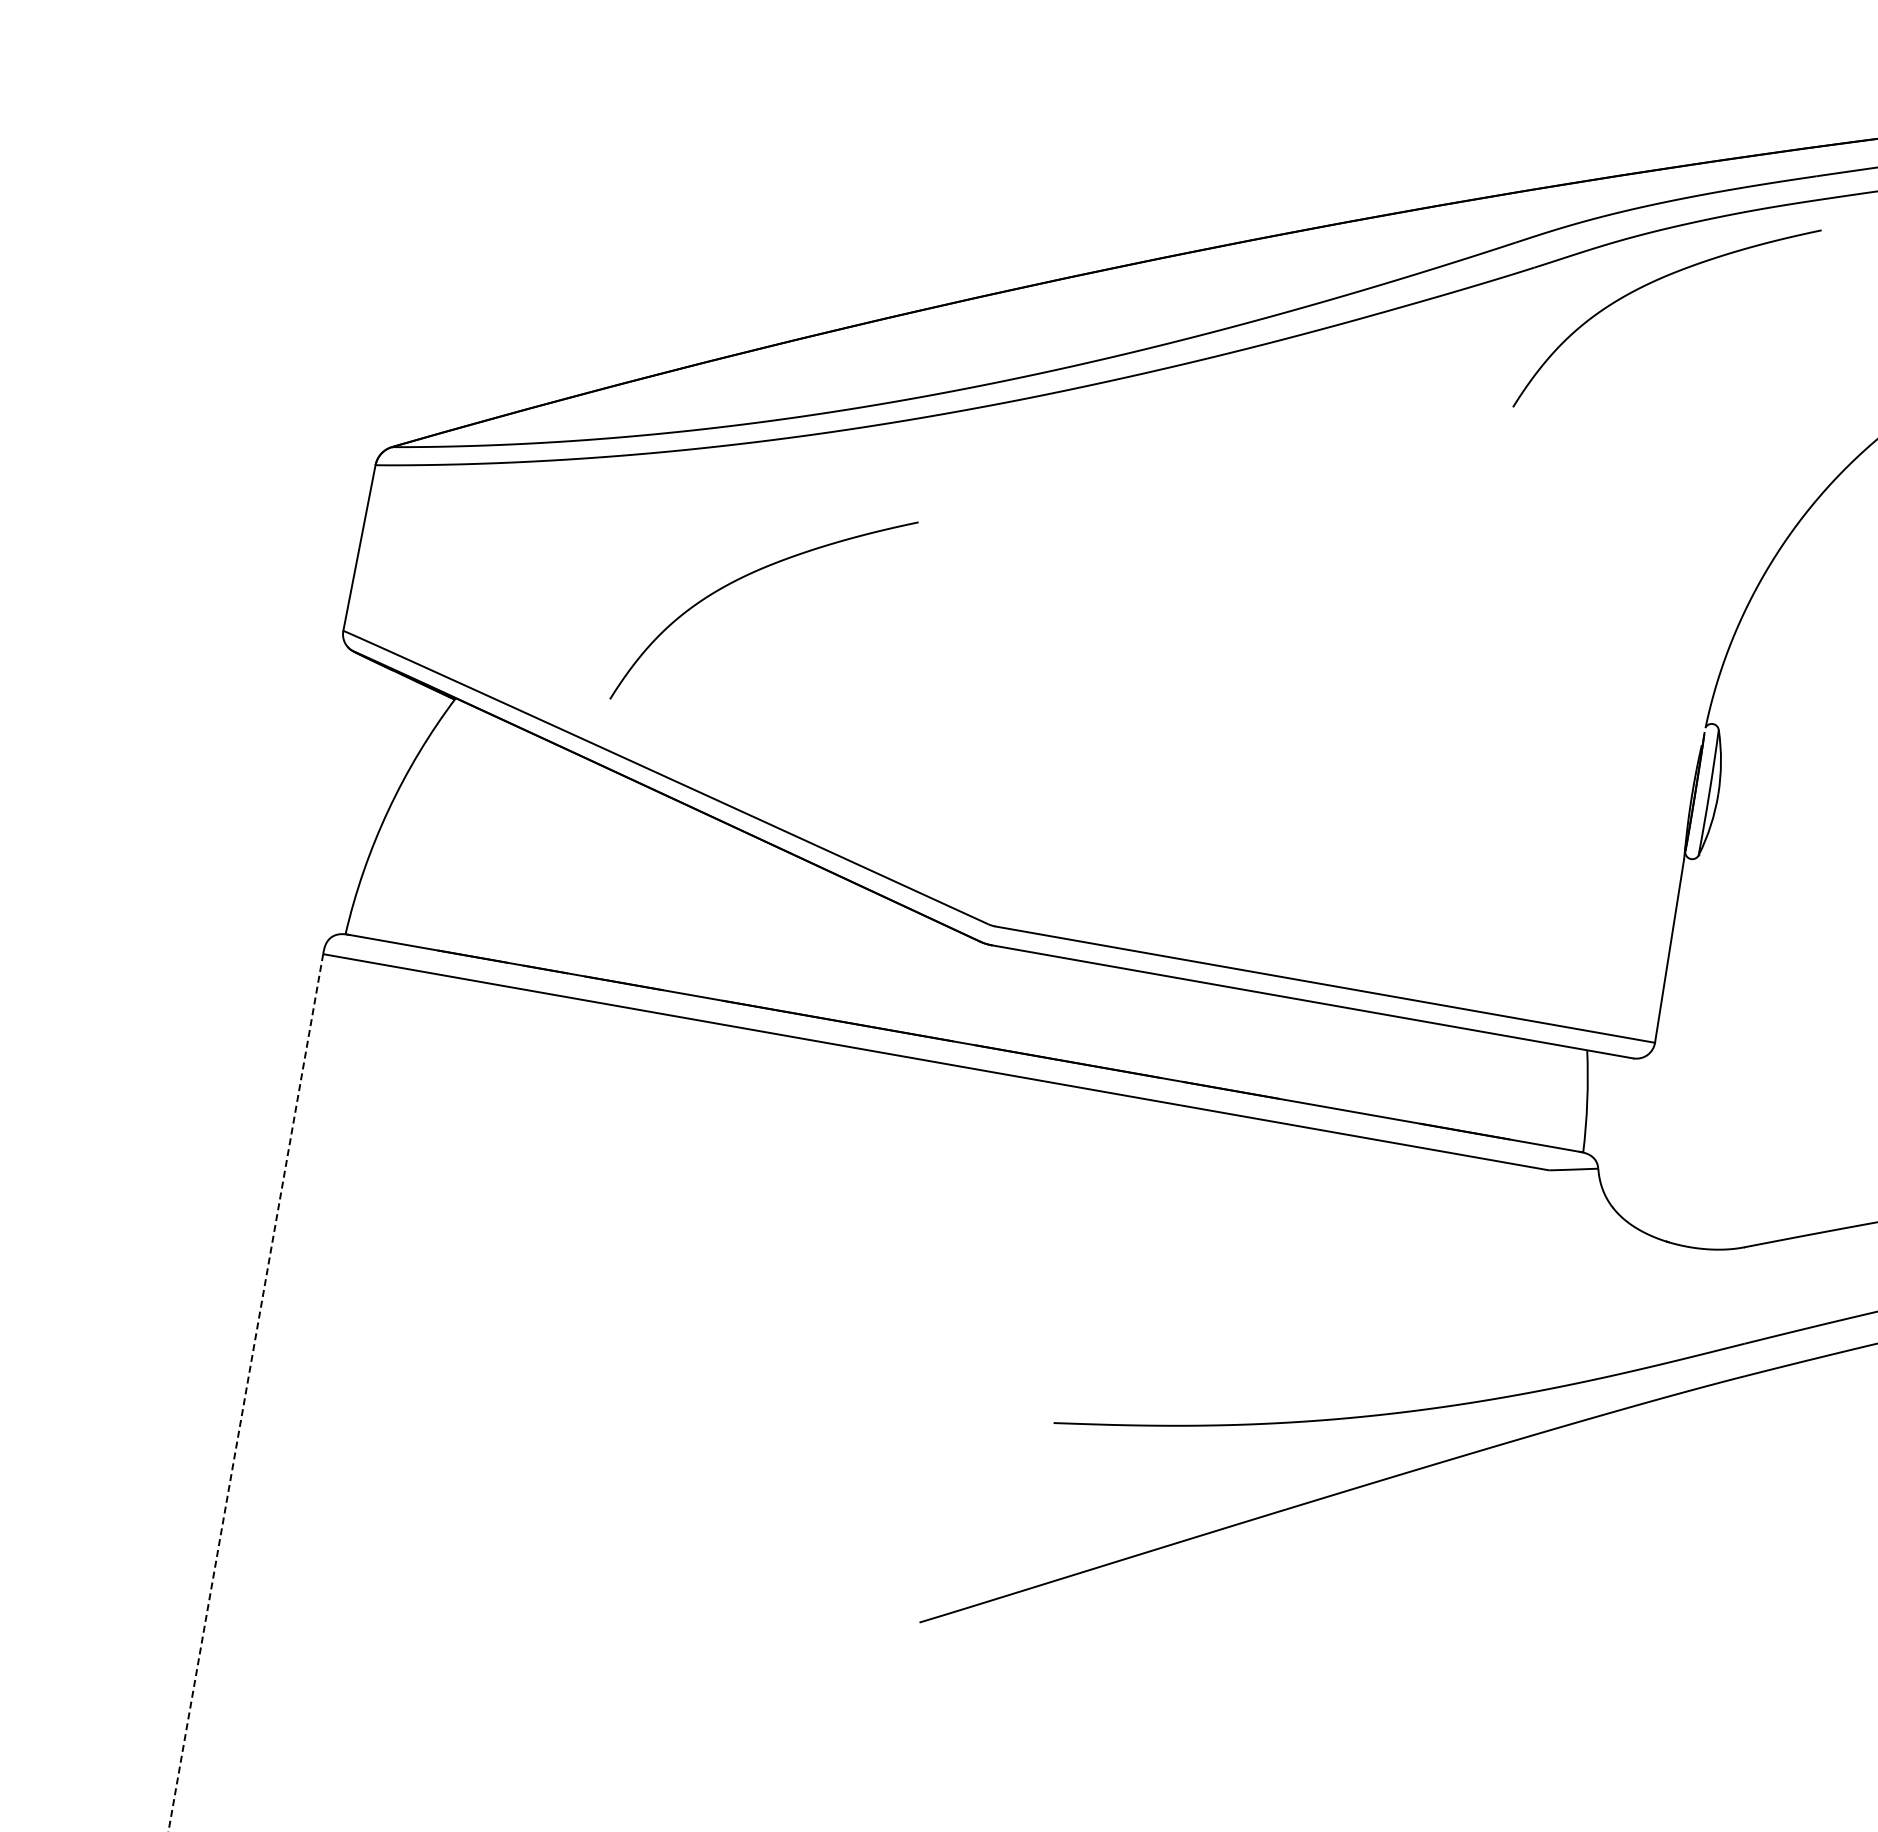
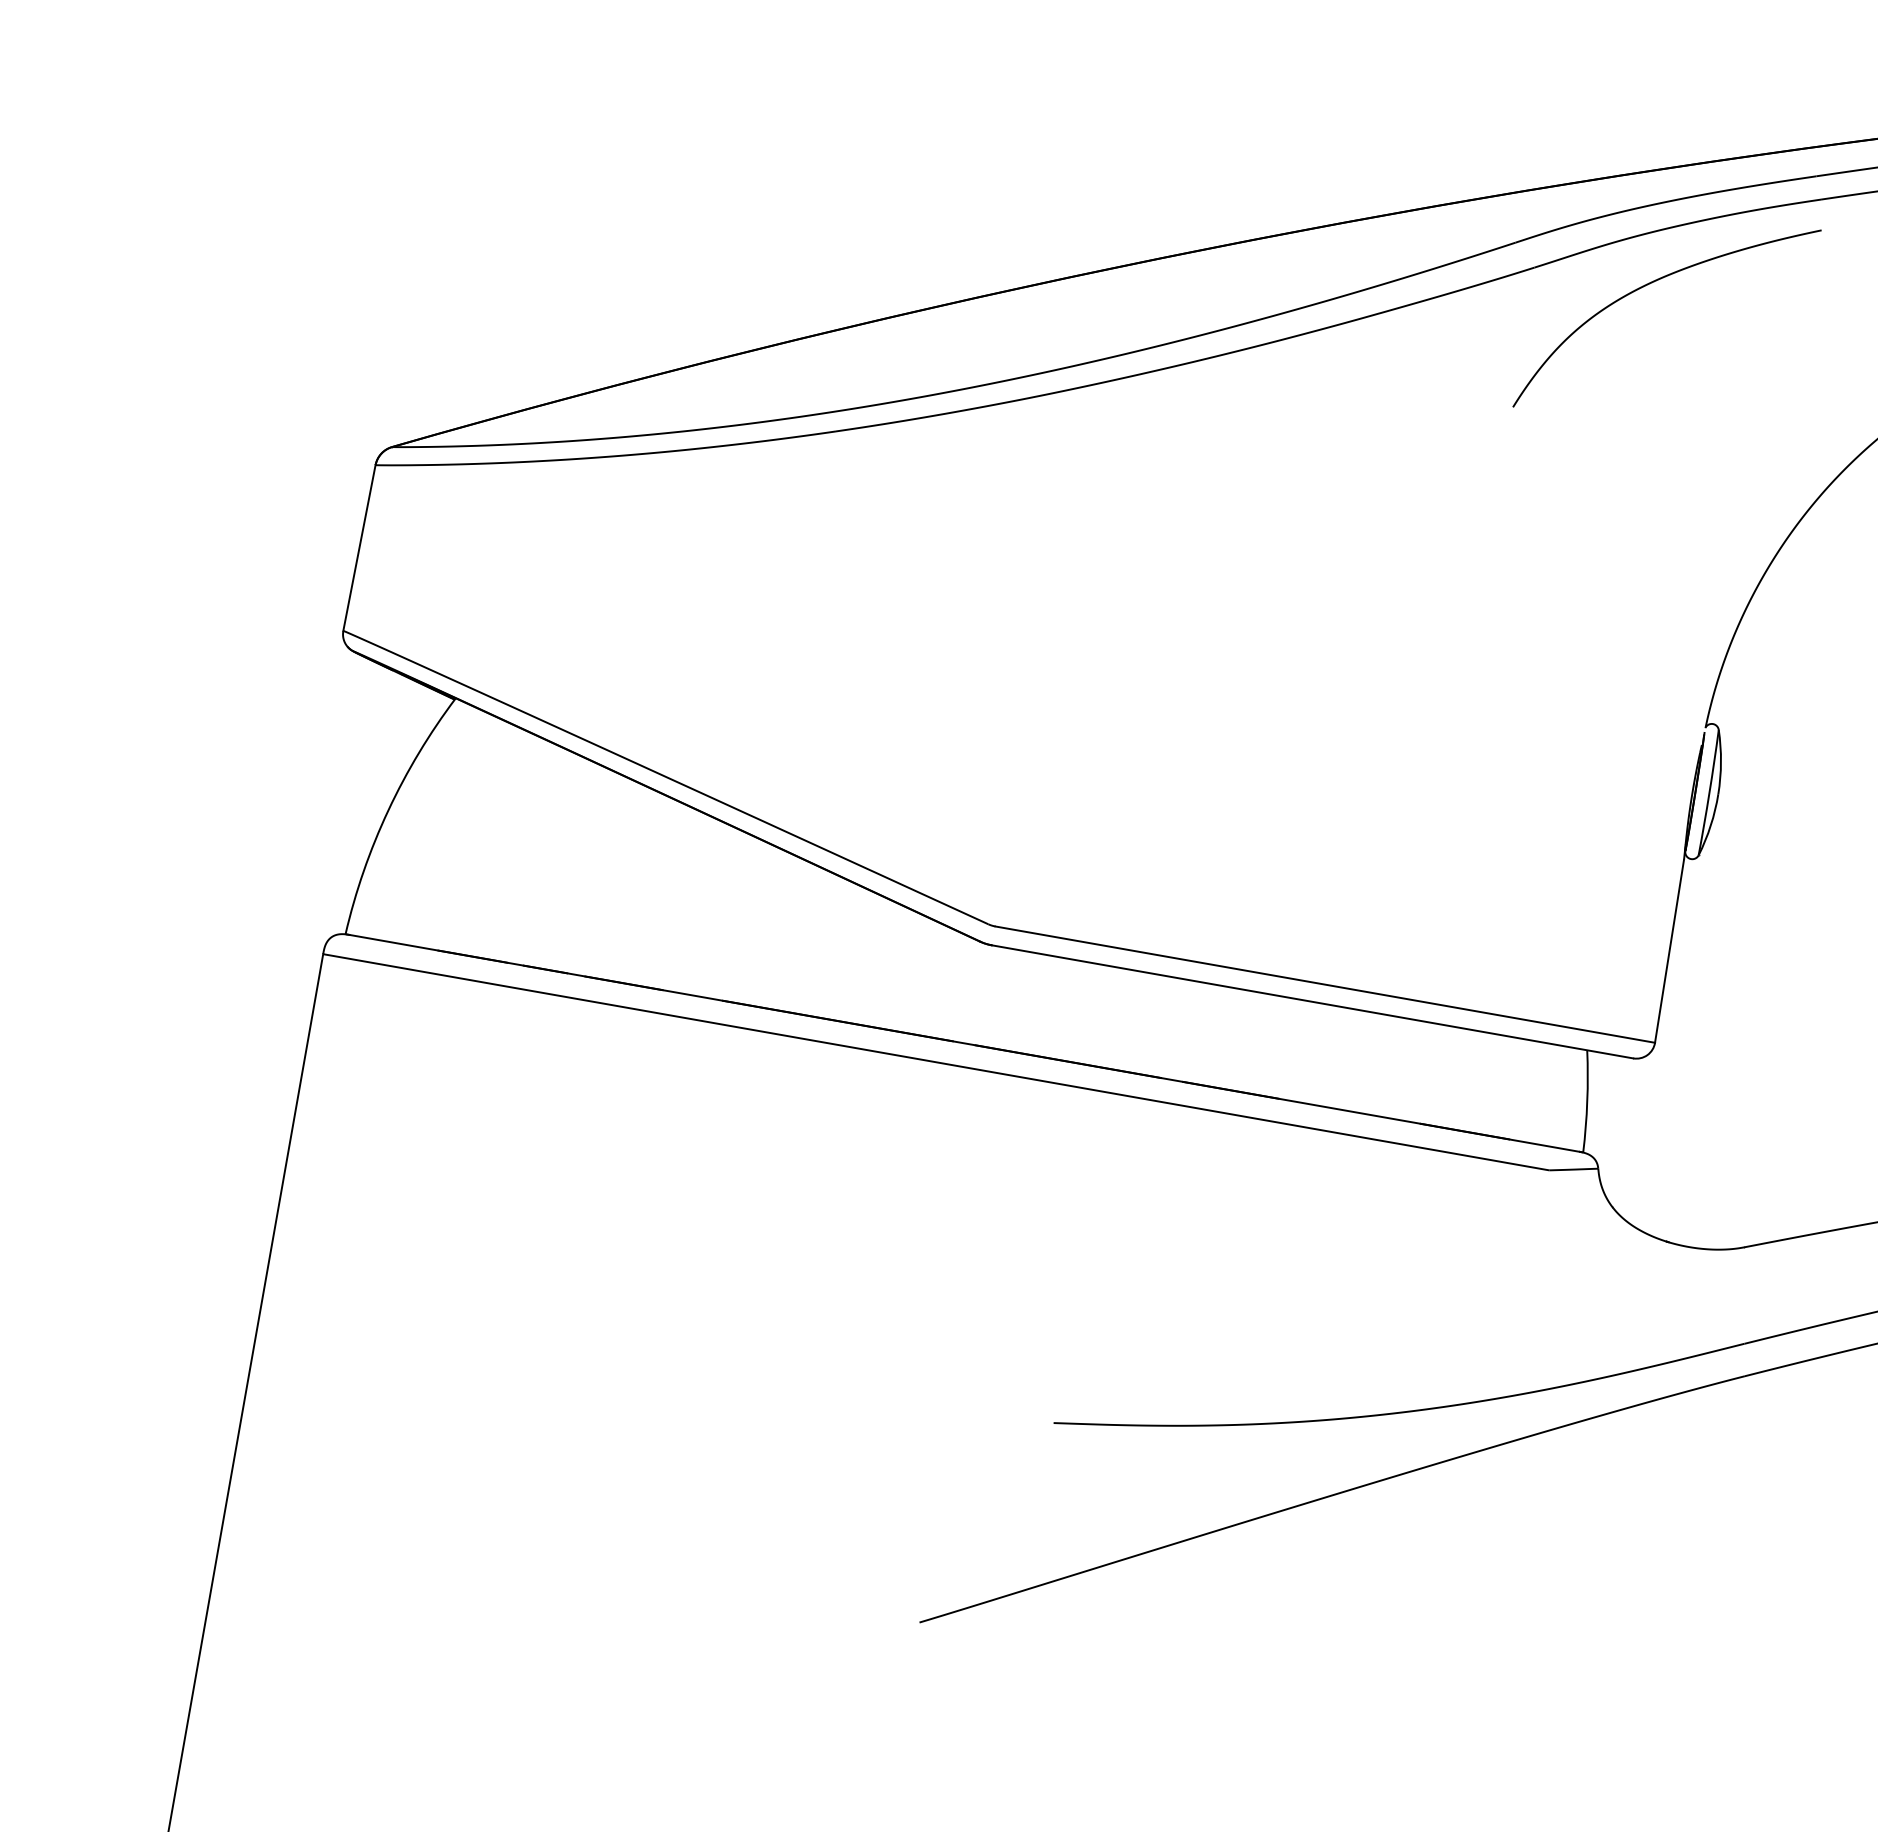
curve at (749, 575): present -> none
line at (245, 1393): dashed -> solid
